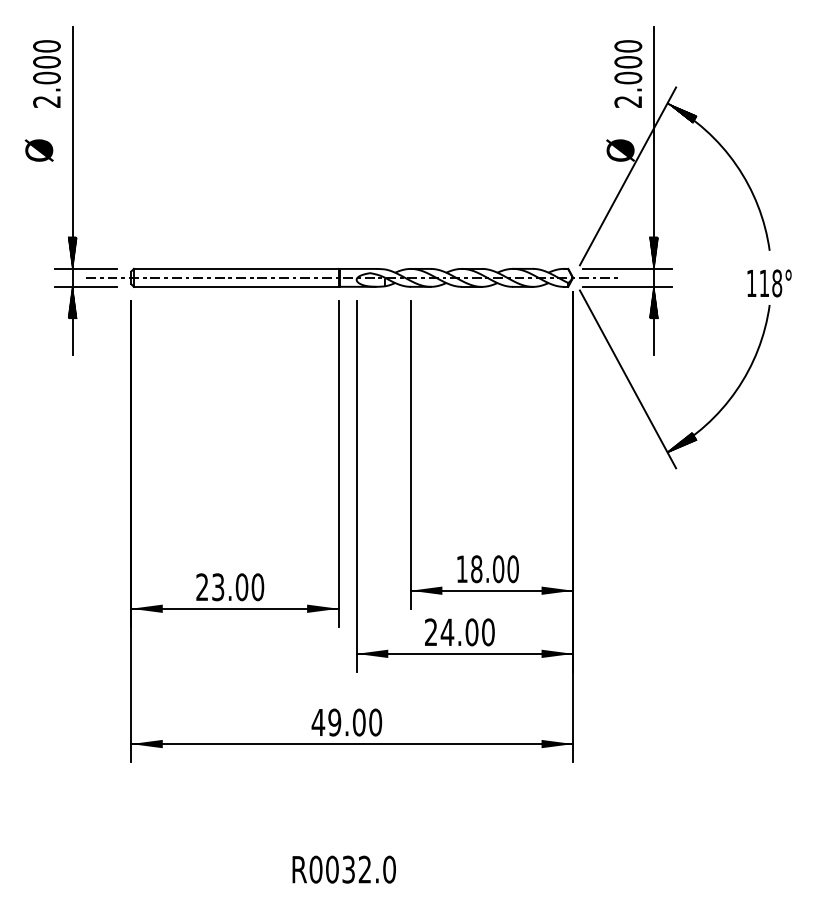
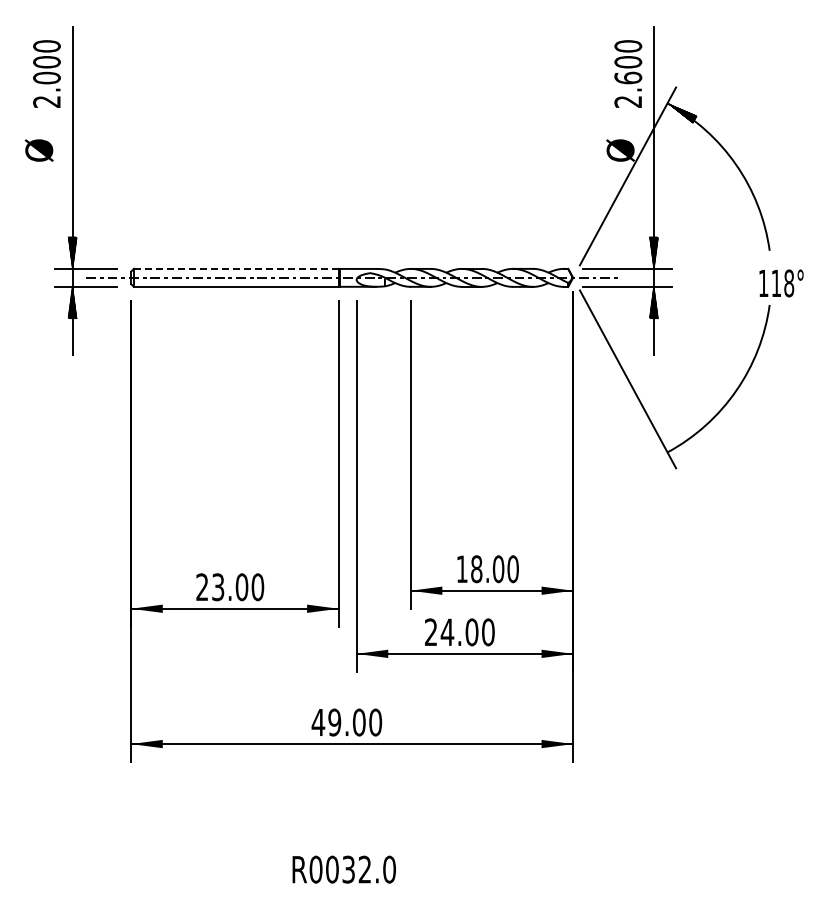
text at (628, 77): 2.000 -> 2.600
line at (235, 268): solid -> dashed
text at (769, 283) position: (769, 283) -> (781, 283)
hatch at (681, 442): present -> none
